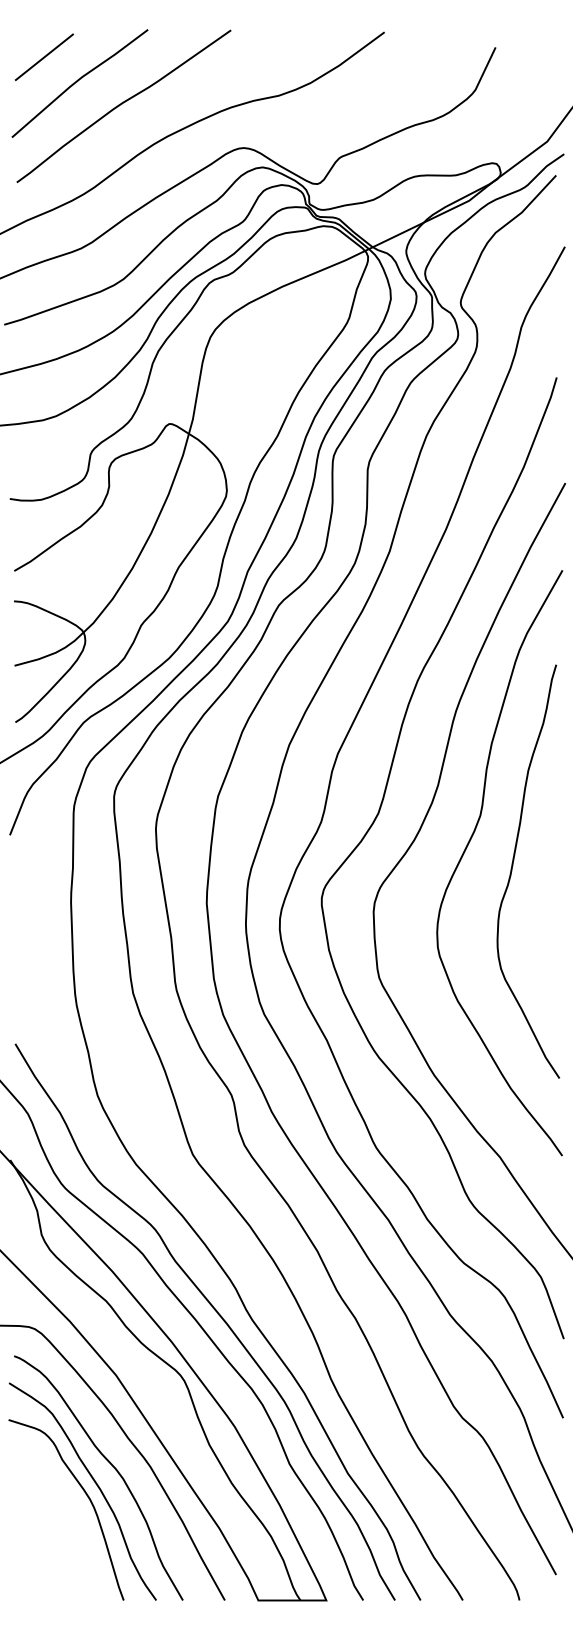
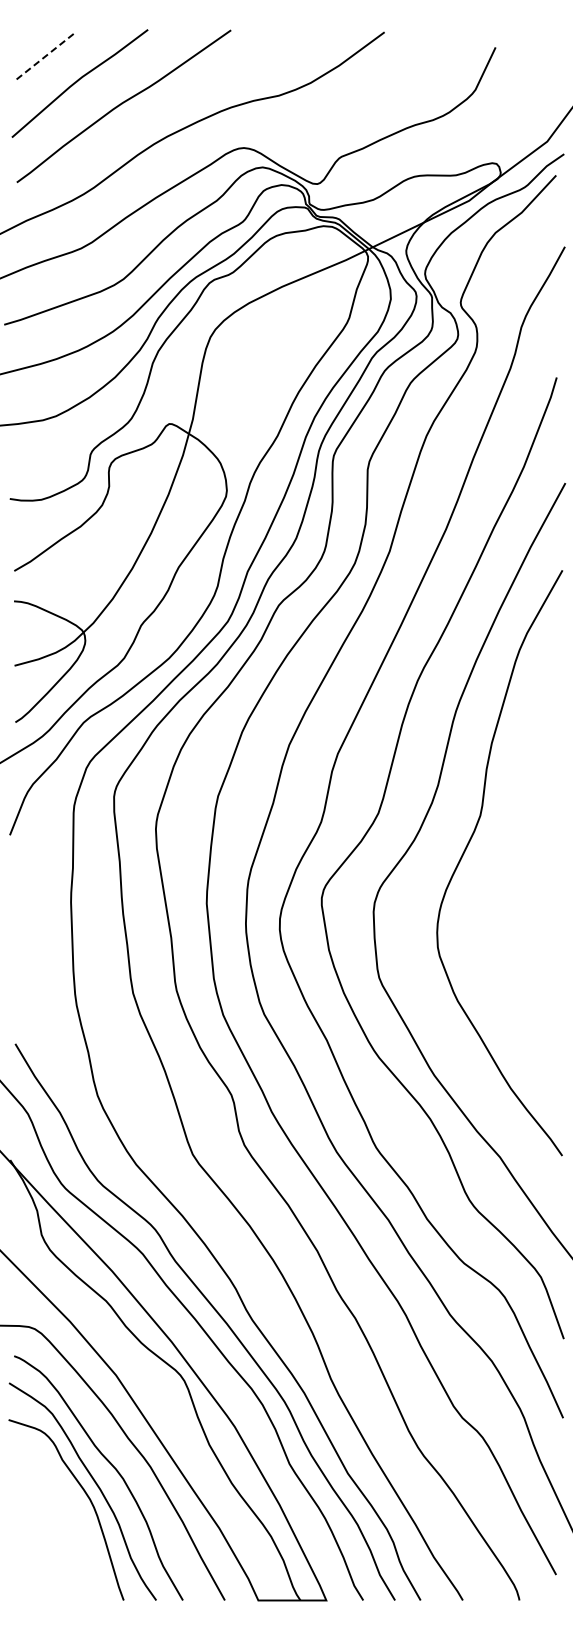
line at (44, 57): solid -> dashed
curve at (513, 866): present -> none
